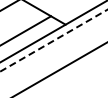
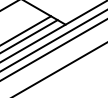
line at (29, 36): none -> present
line at (54, 40): dashed -> solid
line at (53, 49): none -> present
